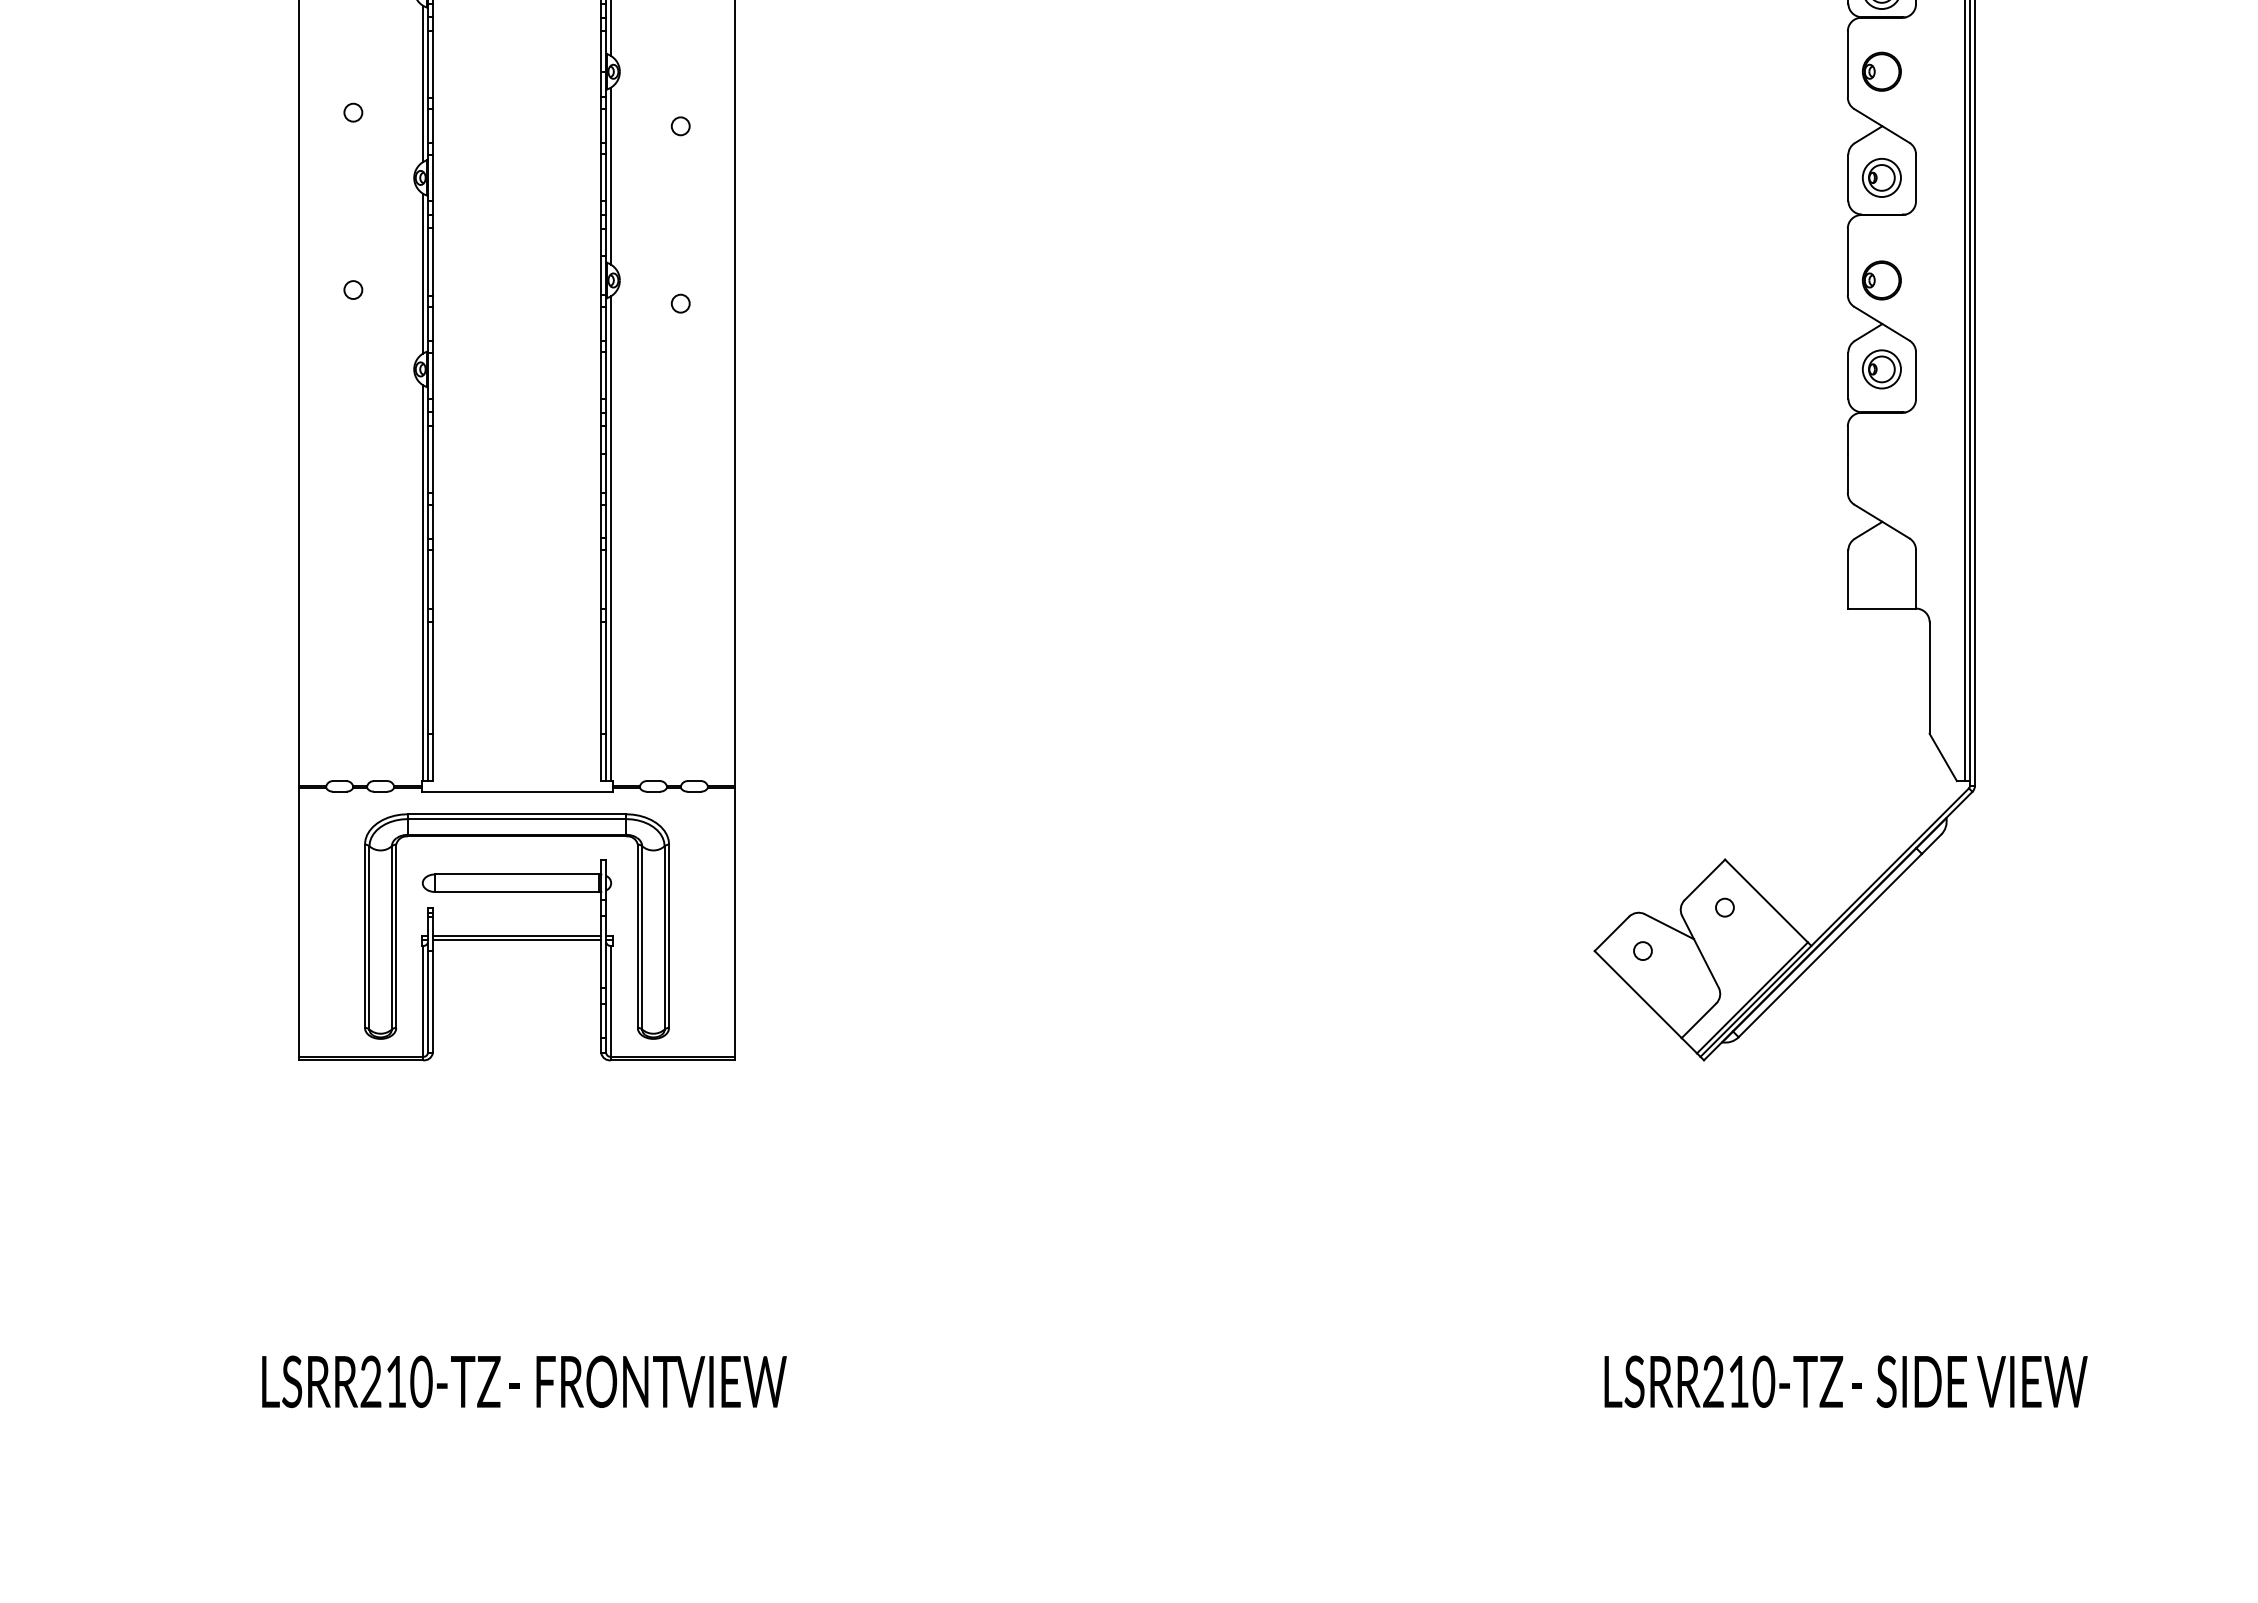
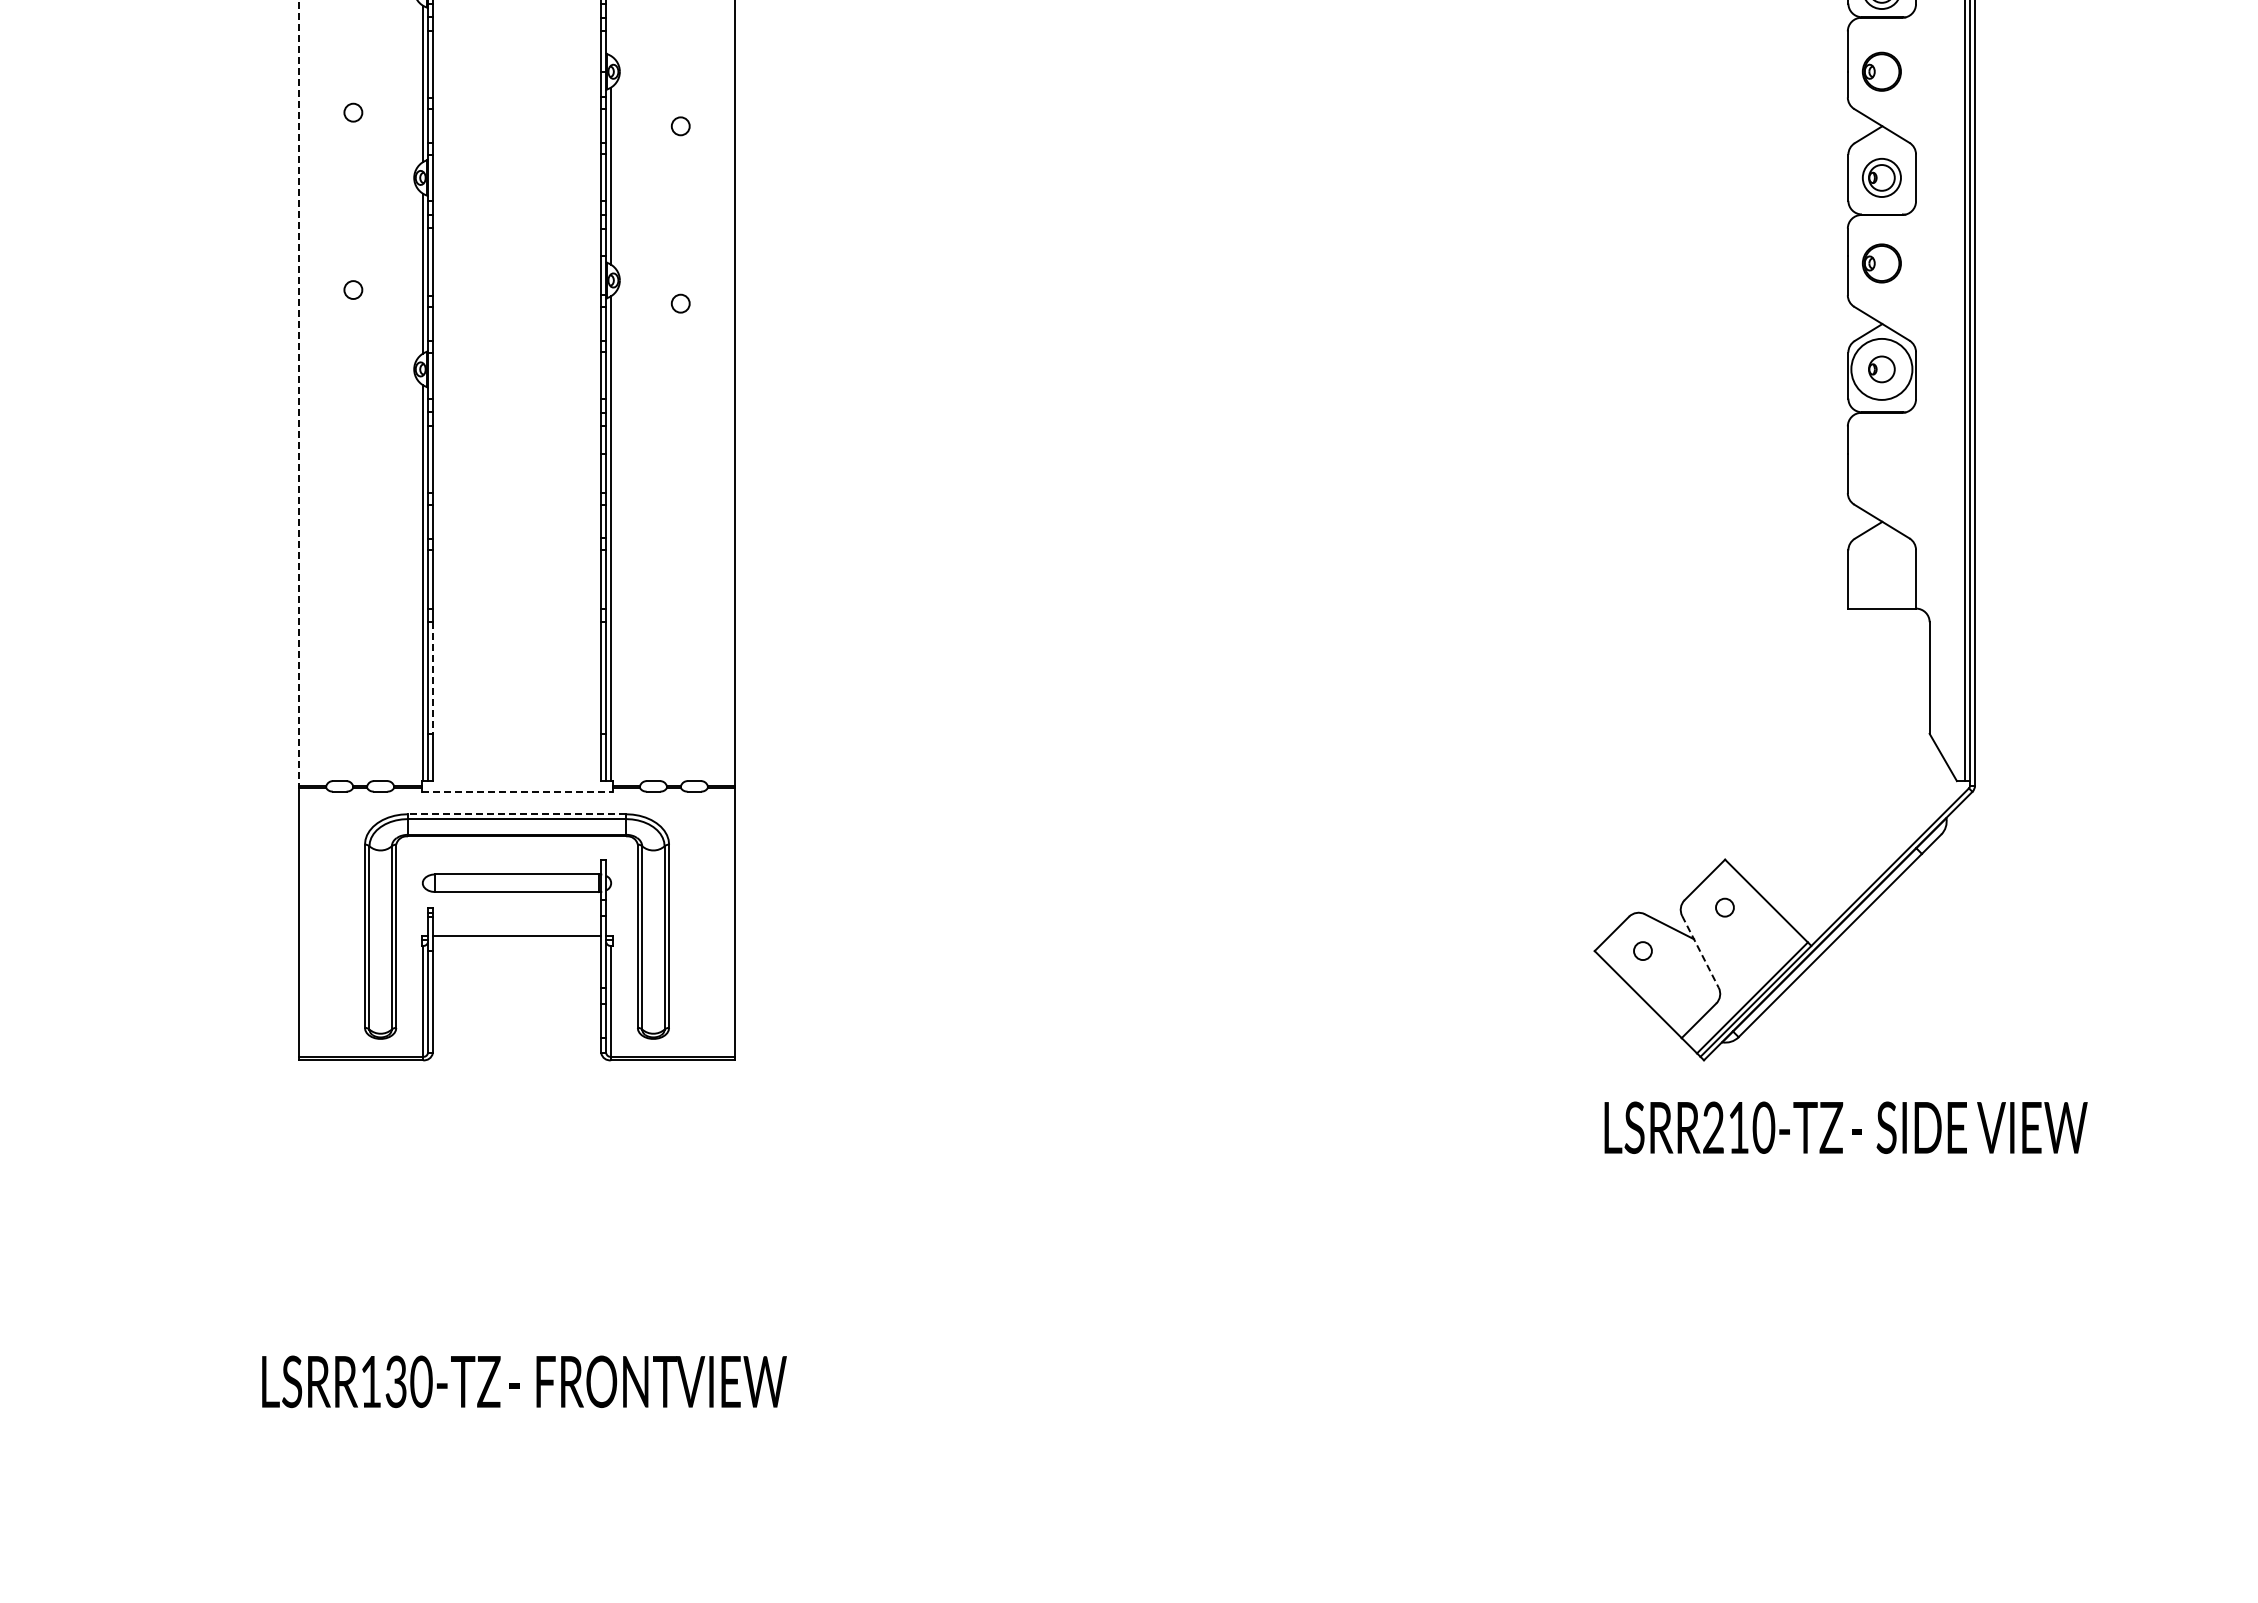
line at (611, 29): present -> none
part at (1881, 280) position: (1881, 280) -> (1881, 263)
circle at (1881, 369) diameter: 38 px -> 61 px
line at (298, 393): solid -> dashed
line at (432, 678): solid -> dashed
line at (517, 791): solid -> dashed
line at (516, 814): solid -> dashed
line at (516, 939): present -> none
line at (1700, 952): solid -> dashed
text at (383, 1381): LSRR210-TZ -> LSRR130-TZ
text at (1845, 1381) position: (1845, 1381) -> (1845, 1127)
